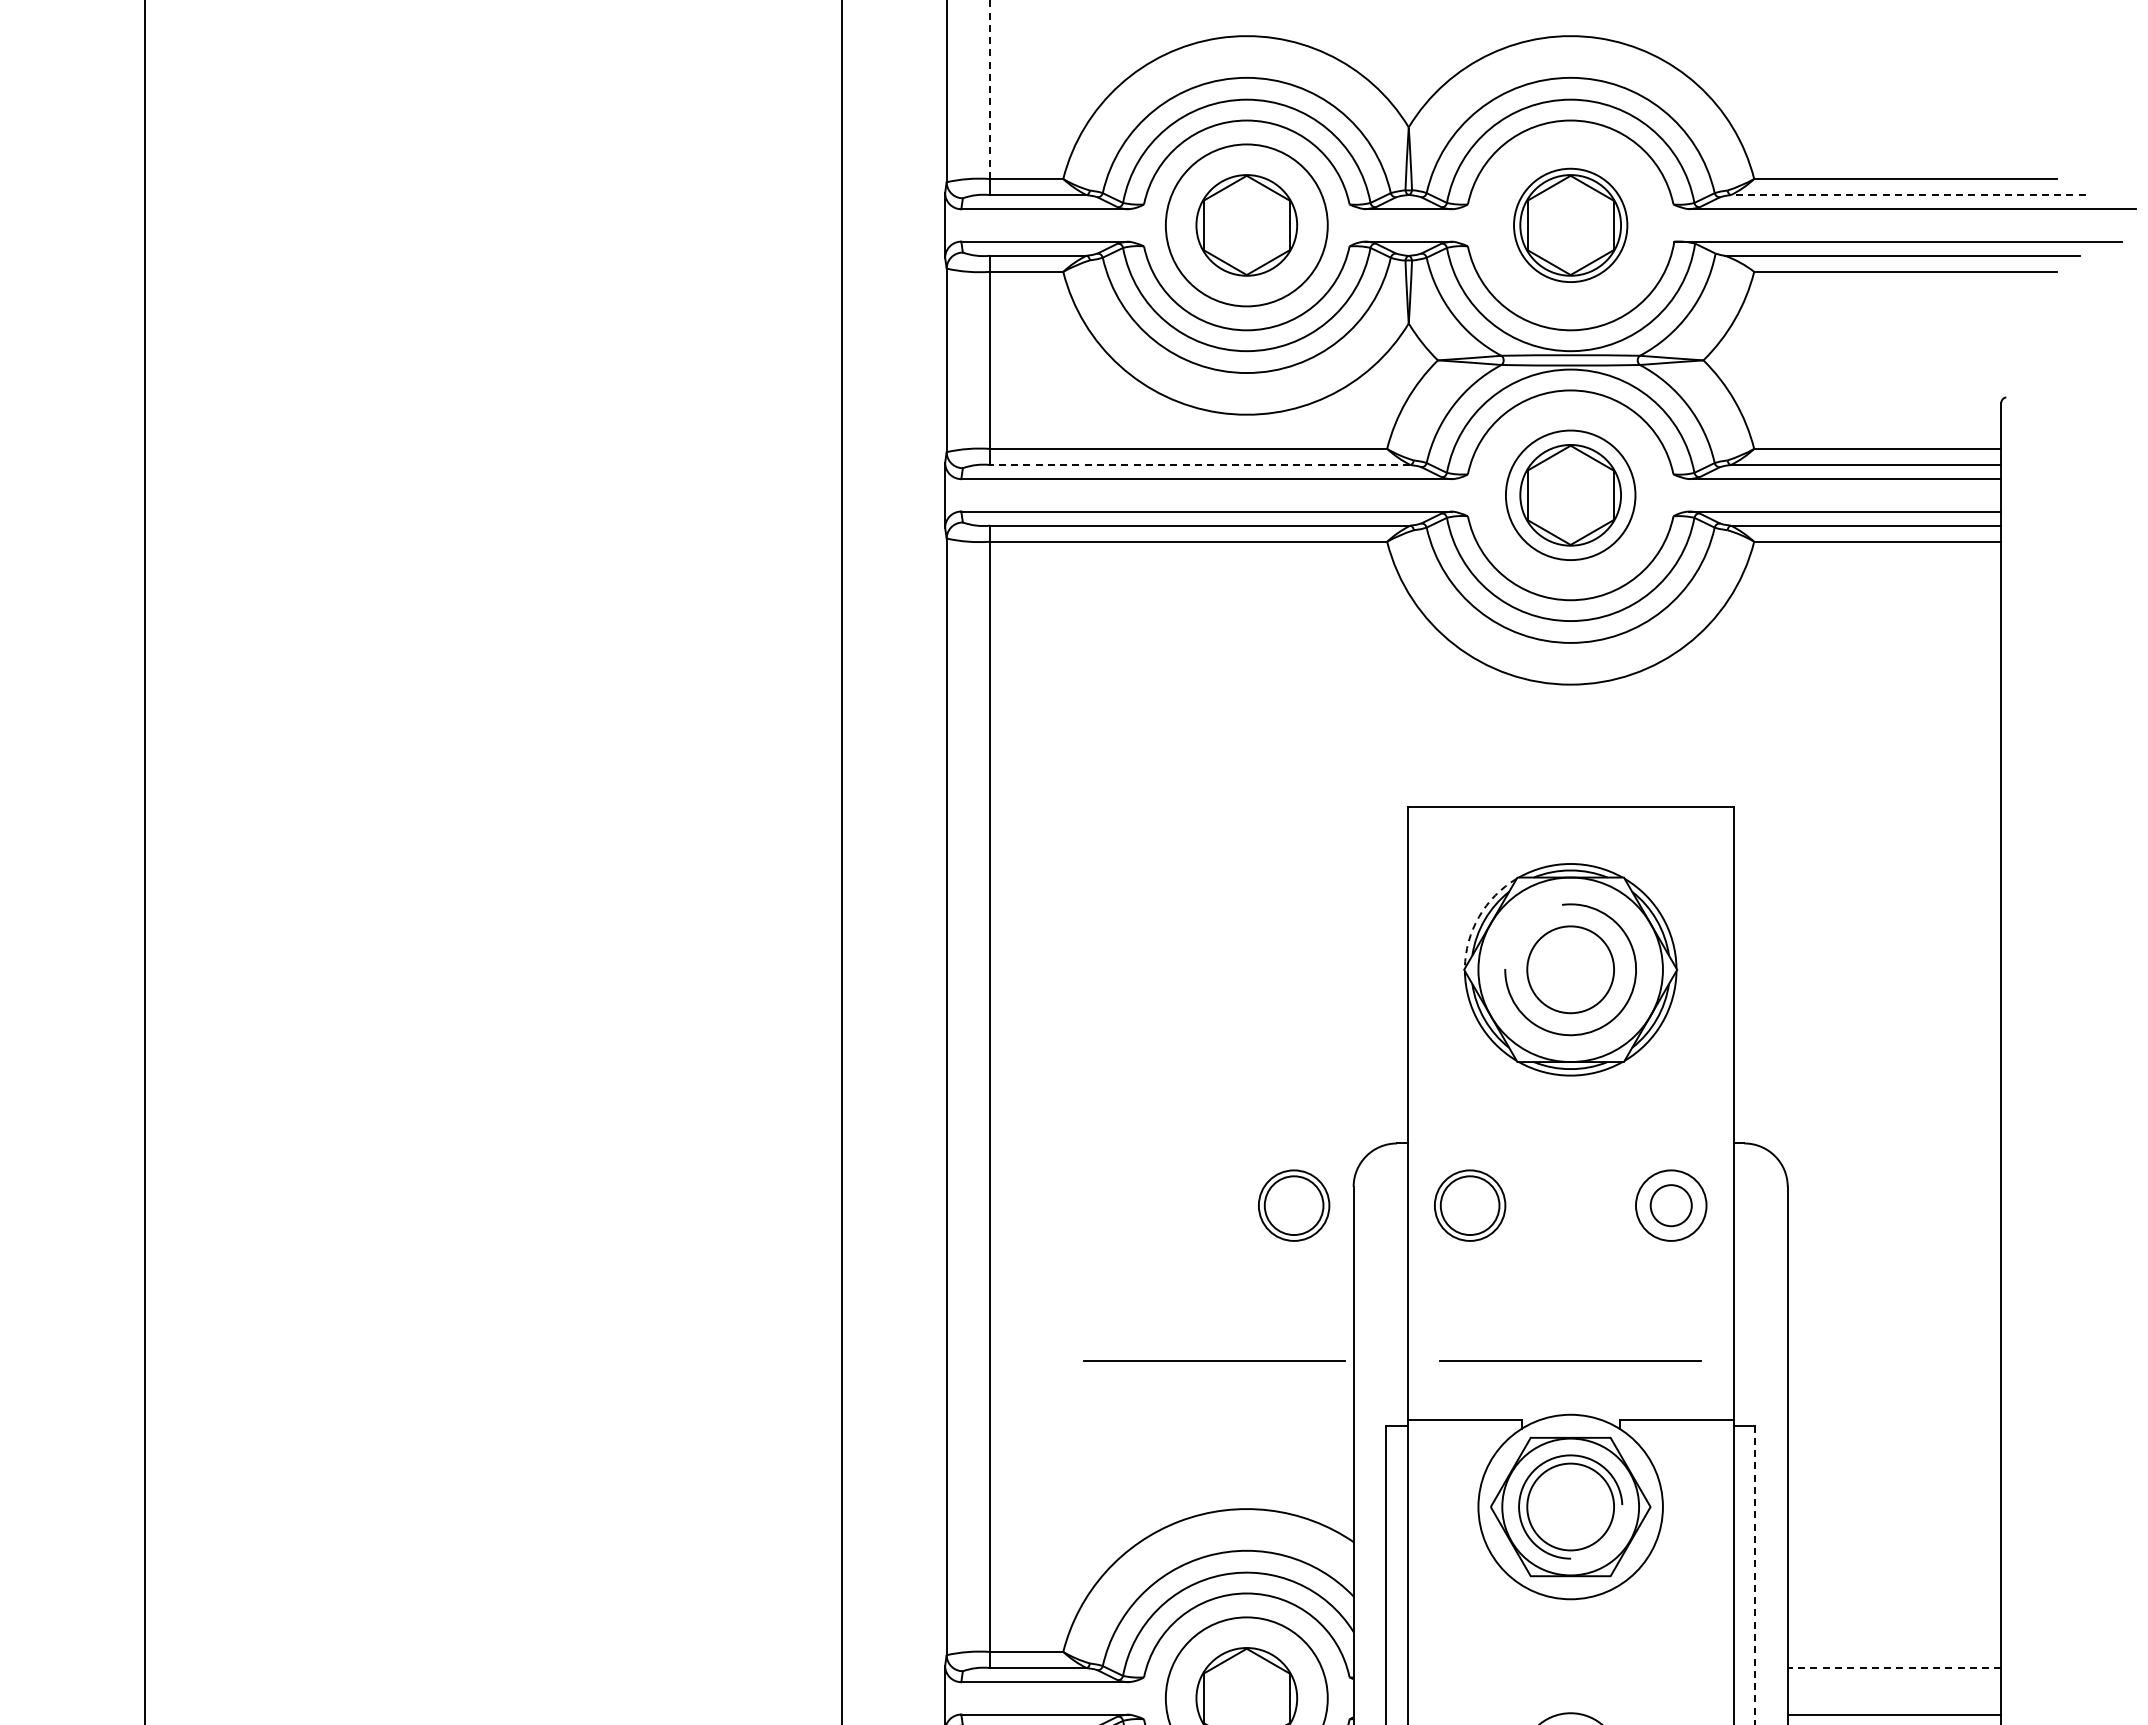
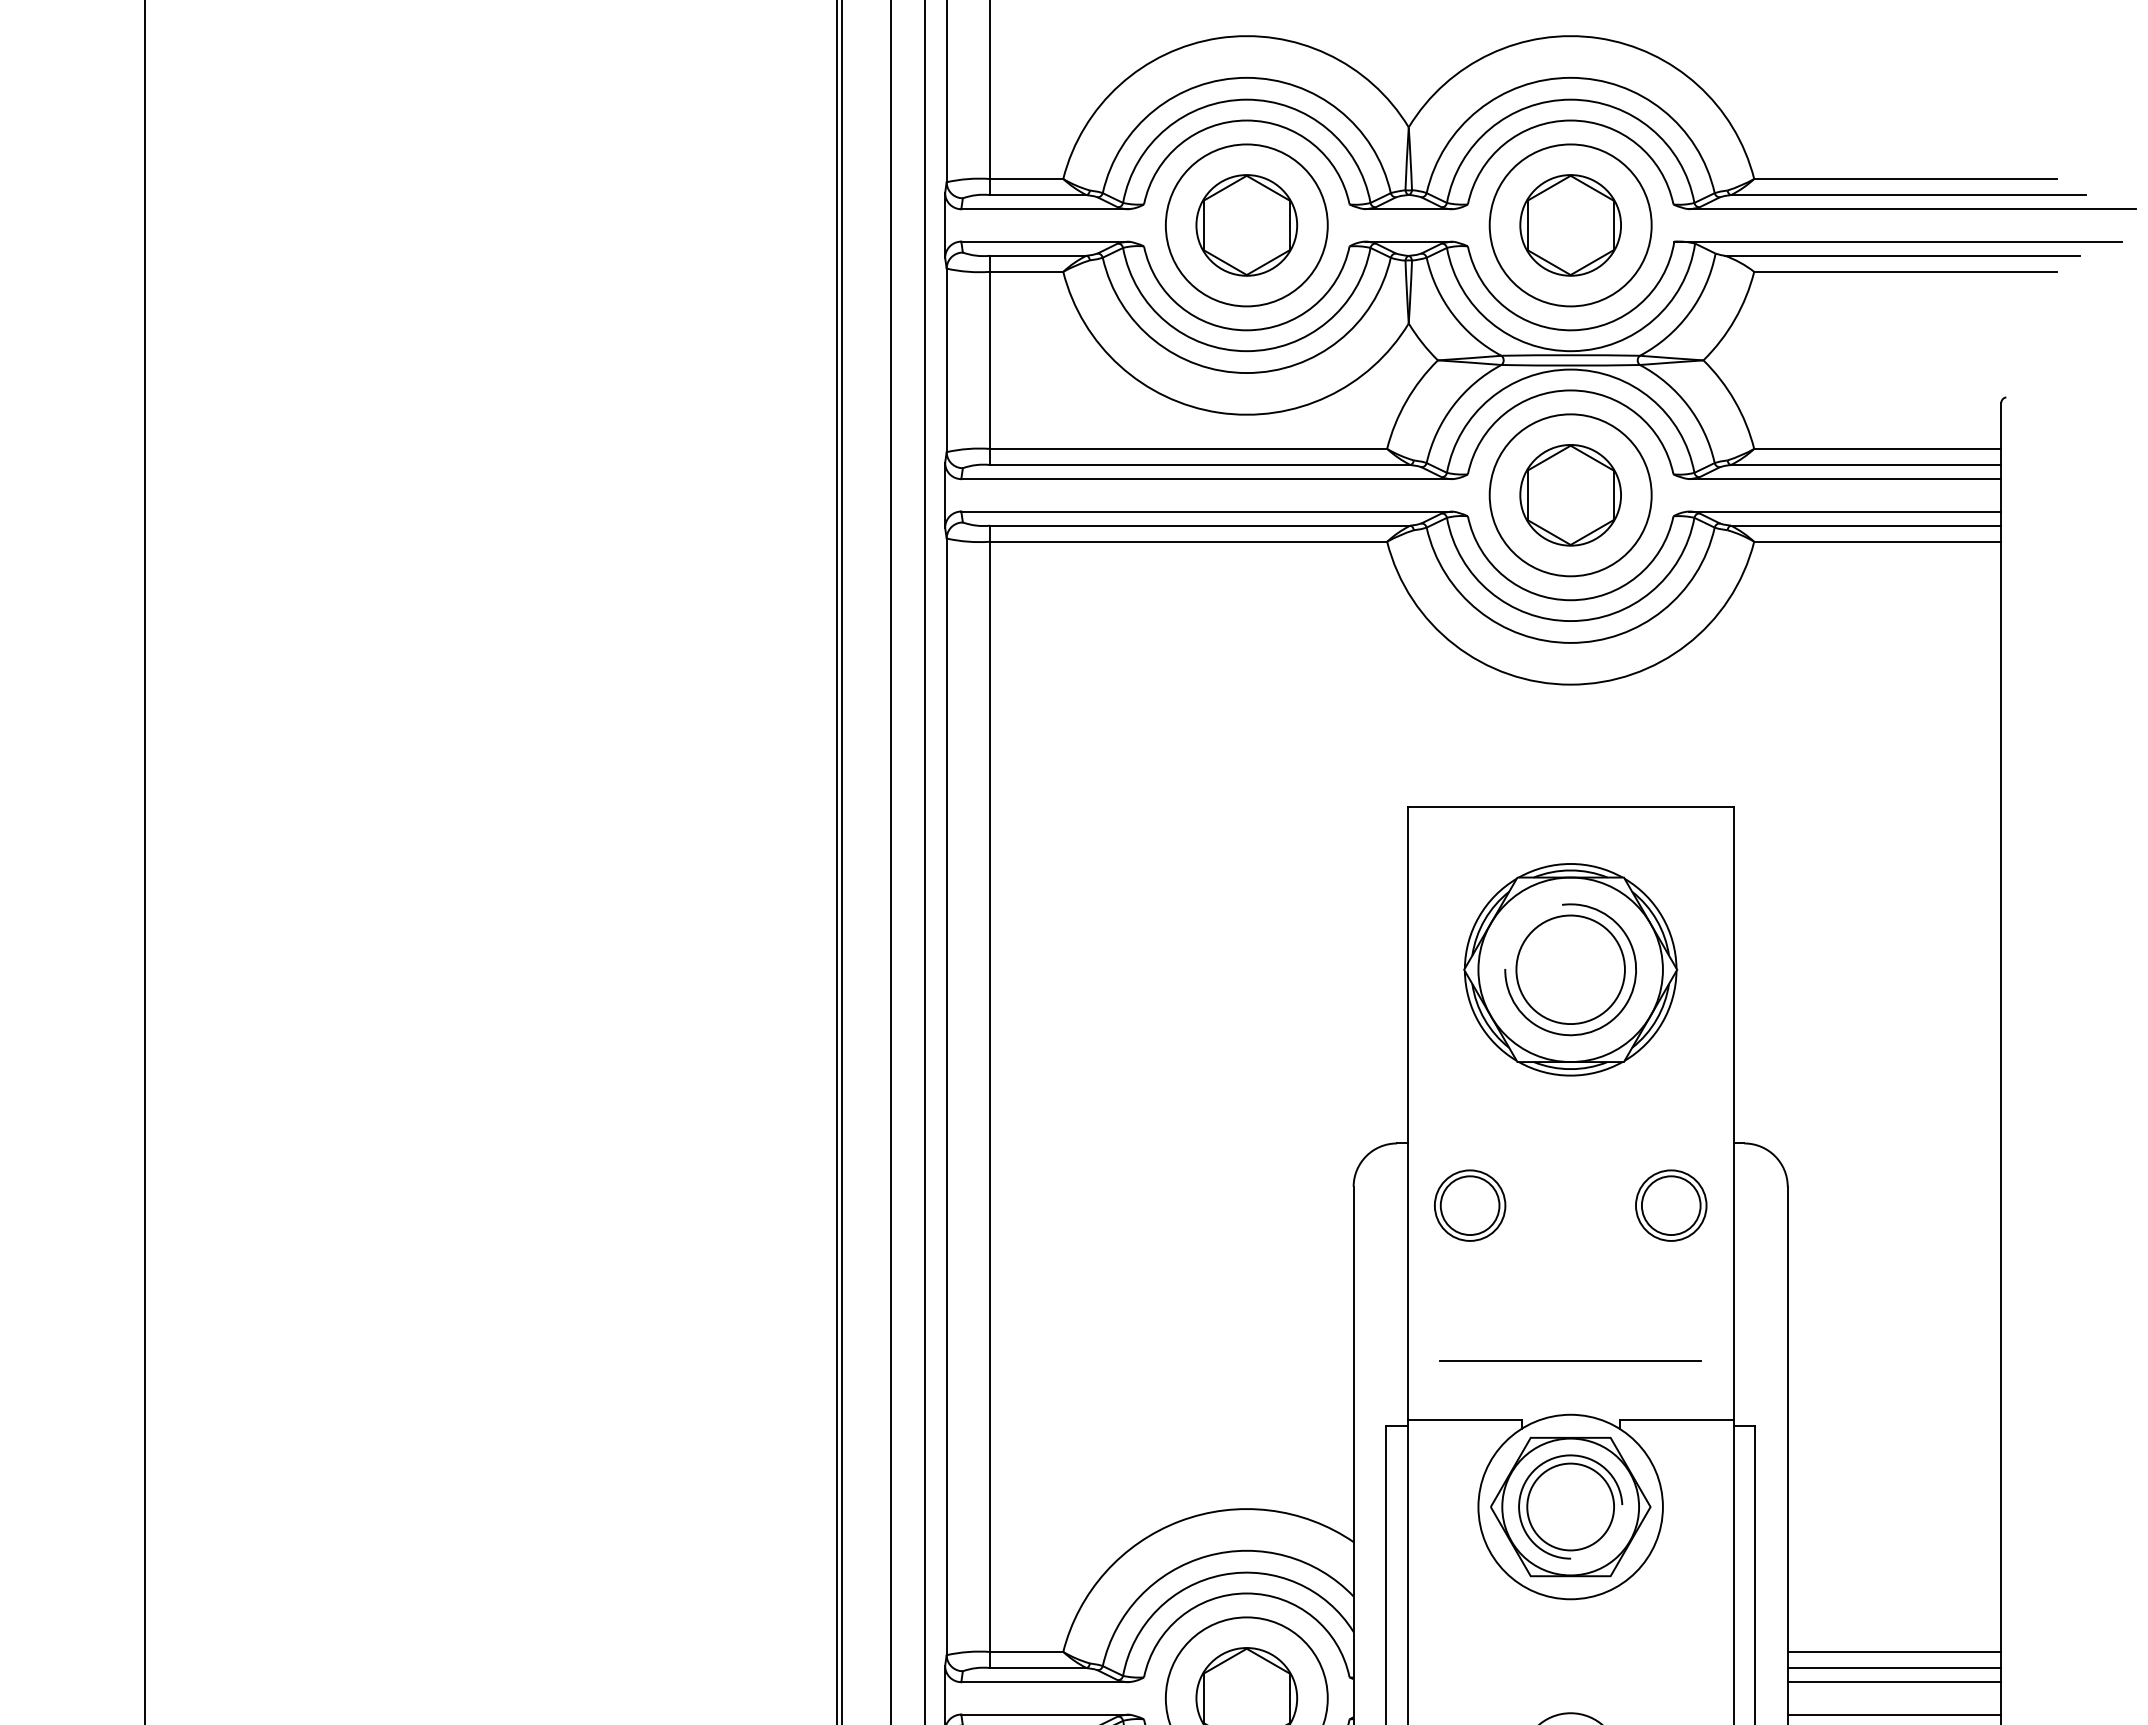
line at (989, 89): dashed -> solid
line at (1907, 195): dashed -> solid
circle at (1570, 225) diameter: 113 px -> 162 px
line at (1199, 464): dashed -> solid
circle at (1570, 495) diameter: 130 px -> 162 px
line at (837, 861): none -> present
line at (890, 861): none -> present
line at (924, 861): none -> present
arc at (1479, 916): dashed -> solid
circle at (1570, 969) diameter: 87 px -> 109 px
part at (1294, 1205): present -> none
circle at (1670, 1205) diameter: 41 px -> 59 px
line at (1214, 1360): present -> none
line at (1755, 1575): dashed -> solid
line at (1894, 1651): none -> present
line at (1894, 1668): dashed -> solid
line at (1894, 1682): none -> present
